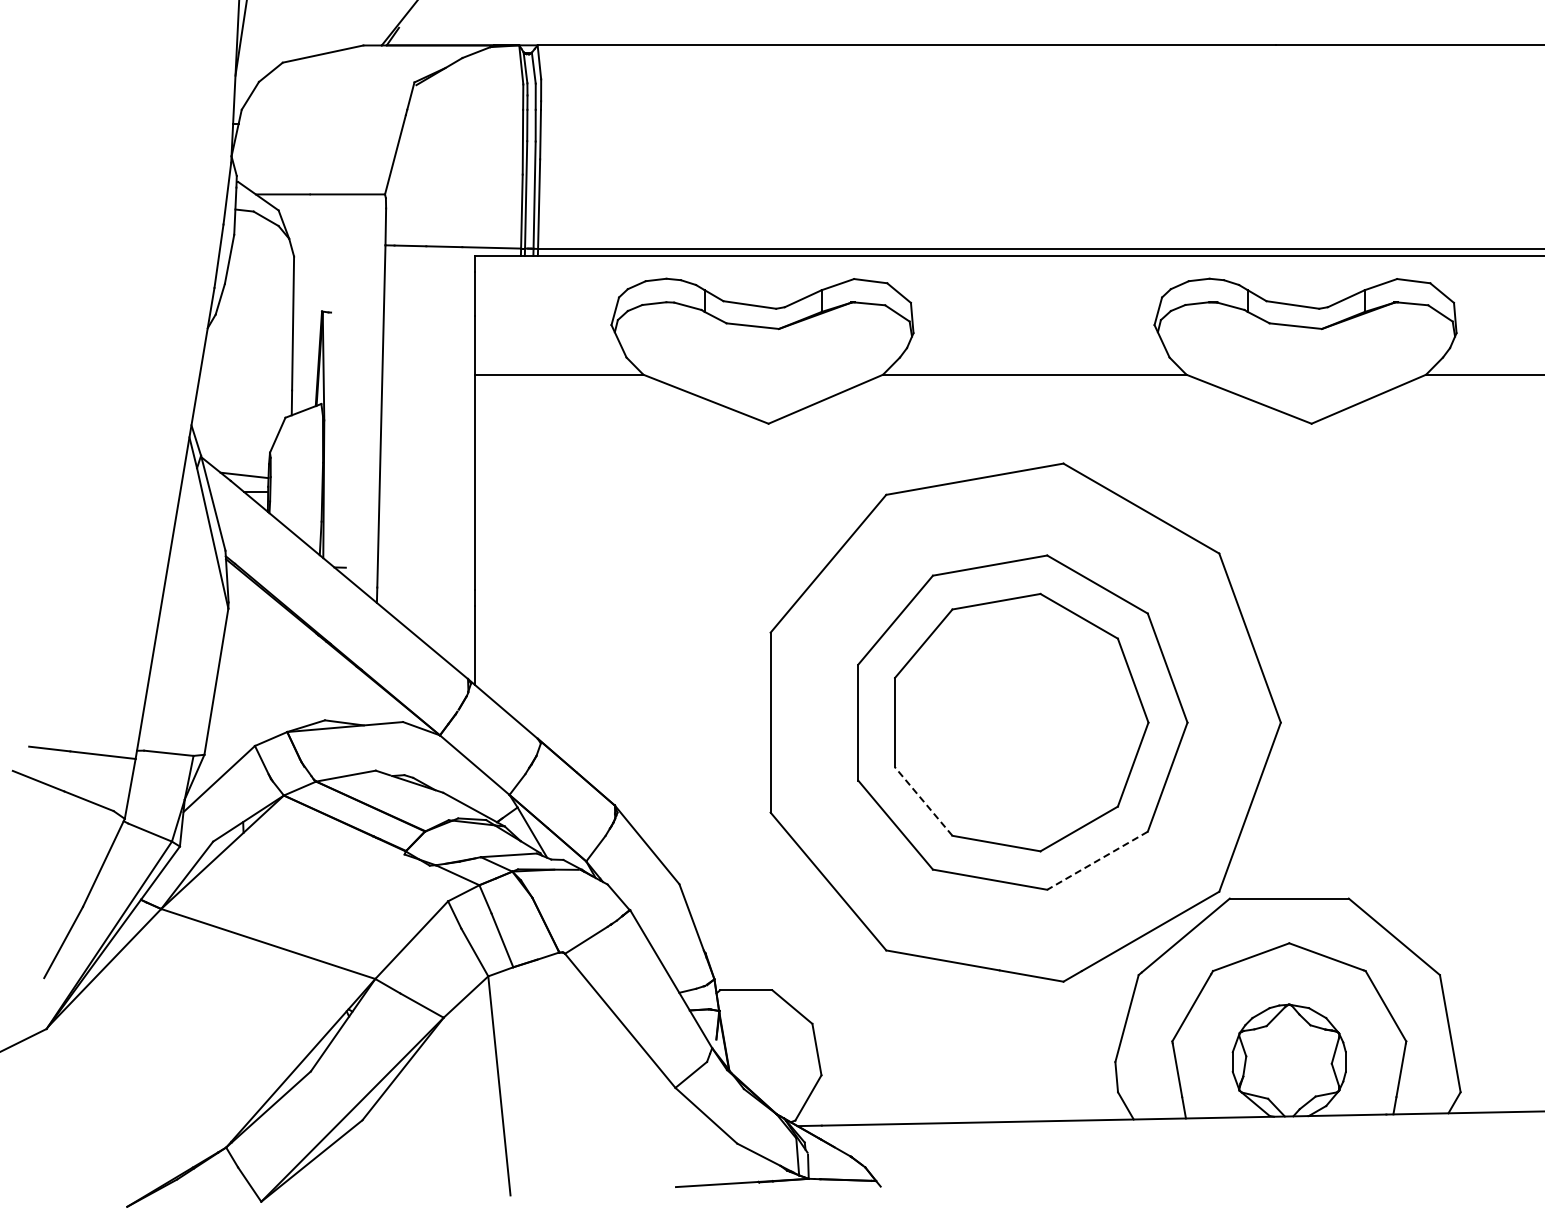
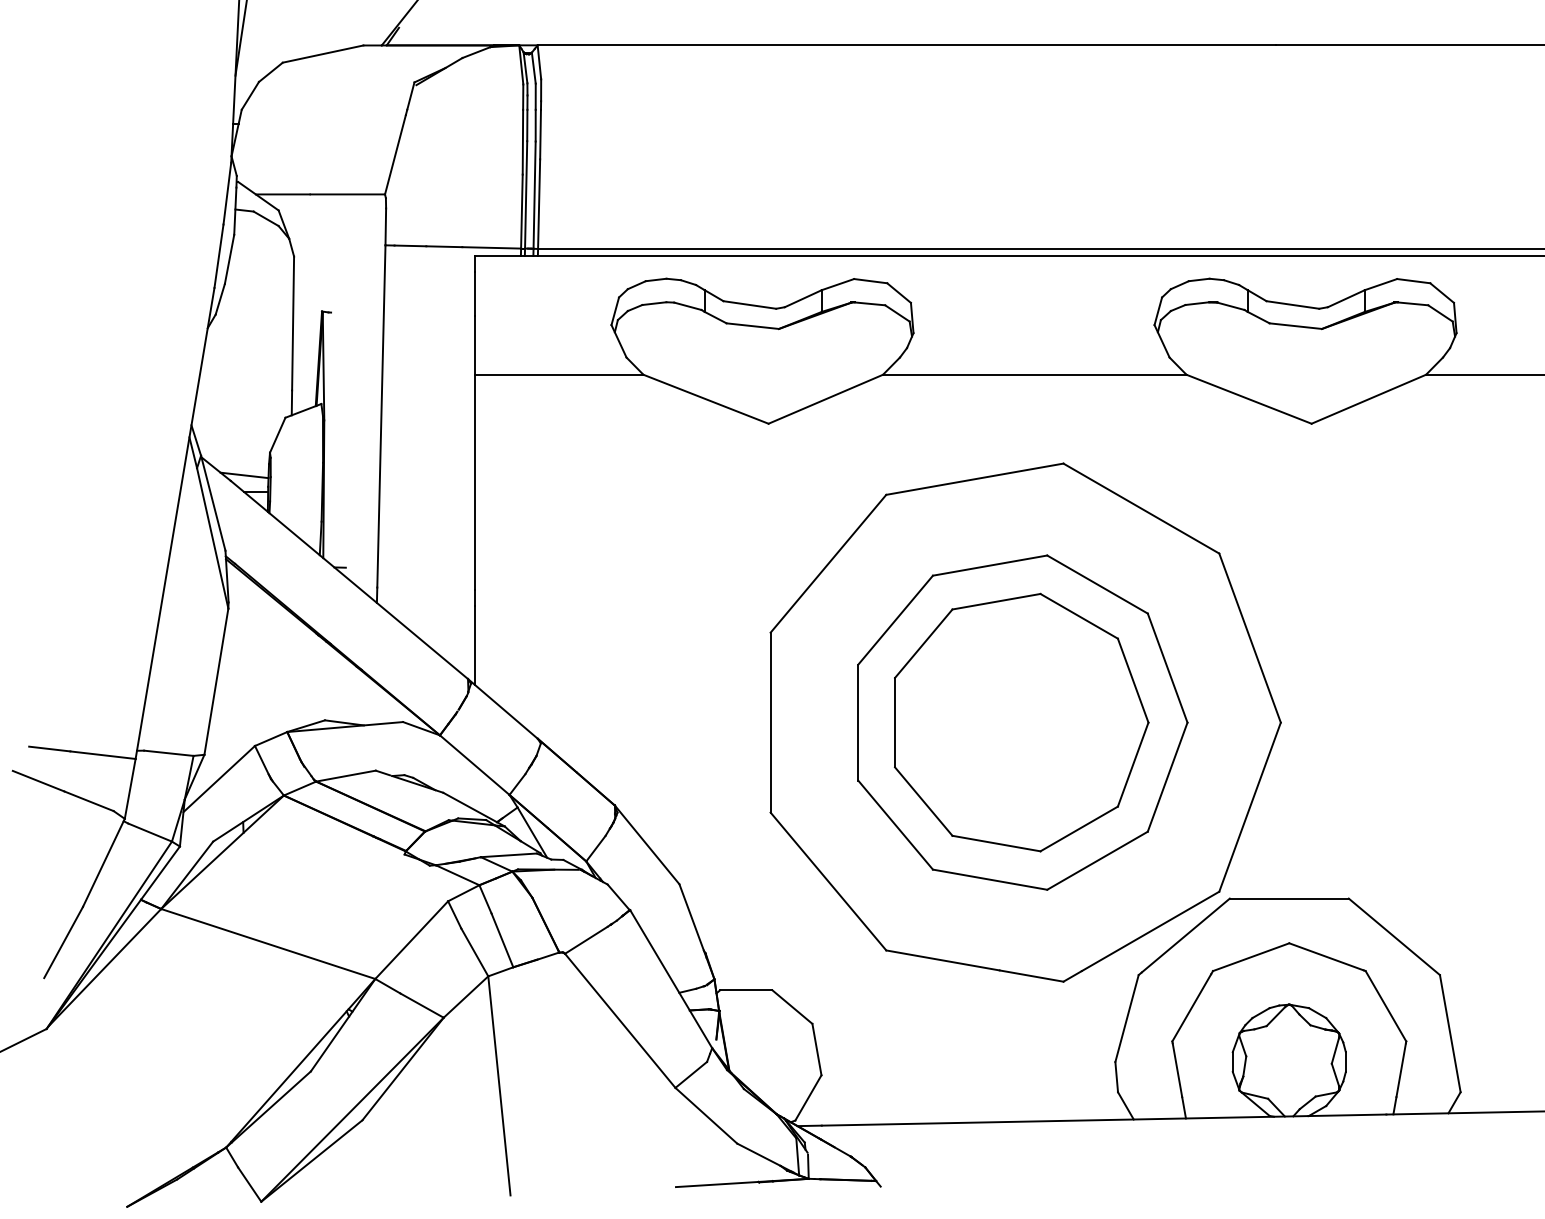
line at (923, 801): dashed -> solid
line at (1097, 861): dashed -> solid
